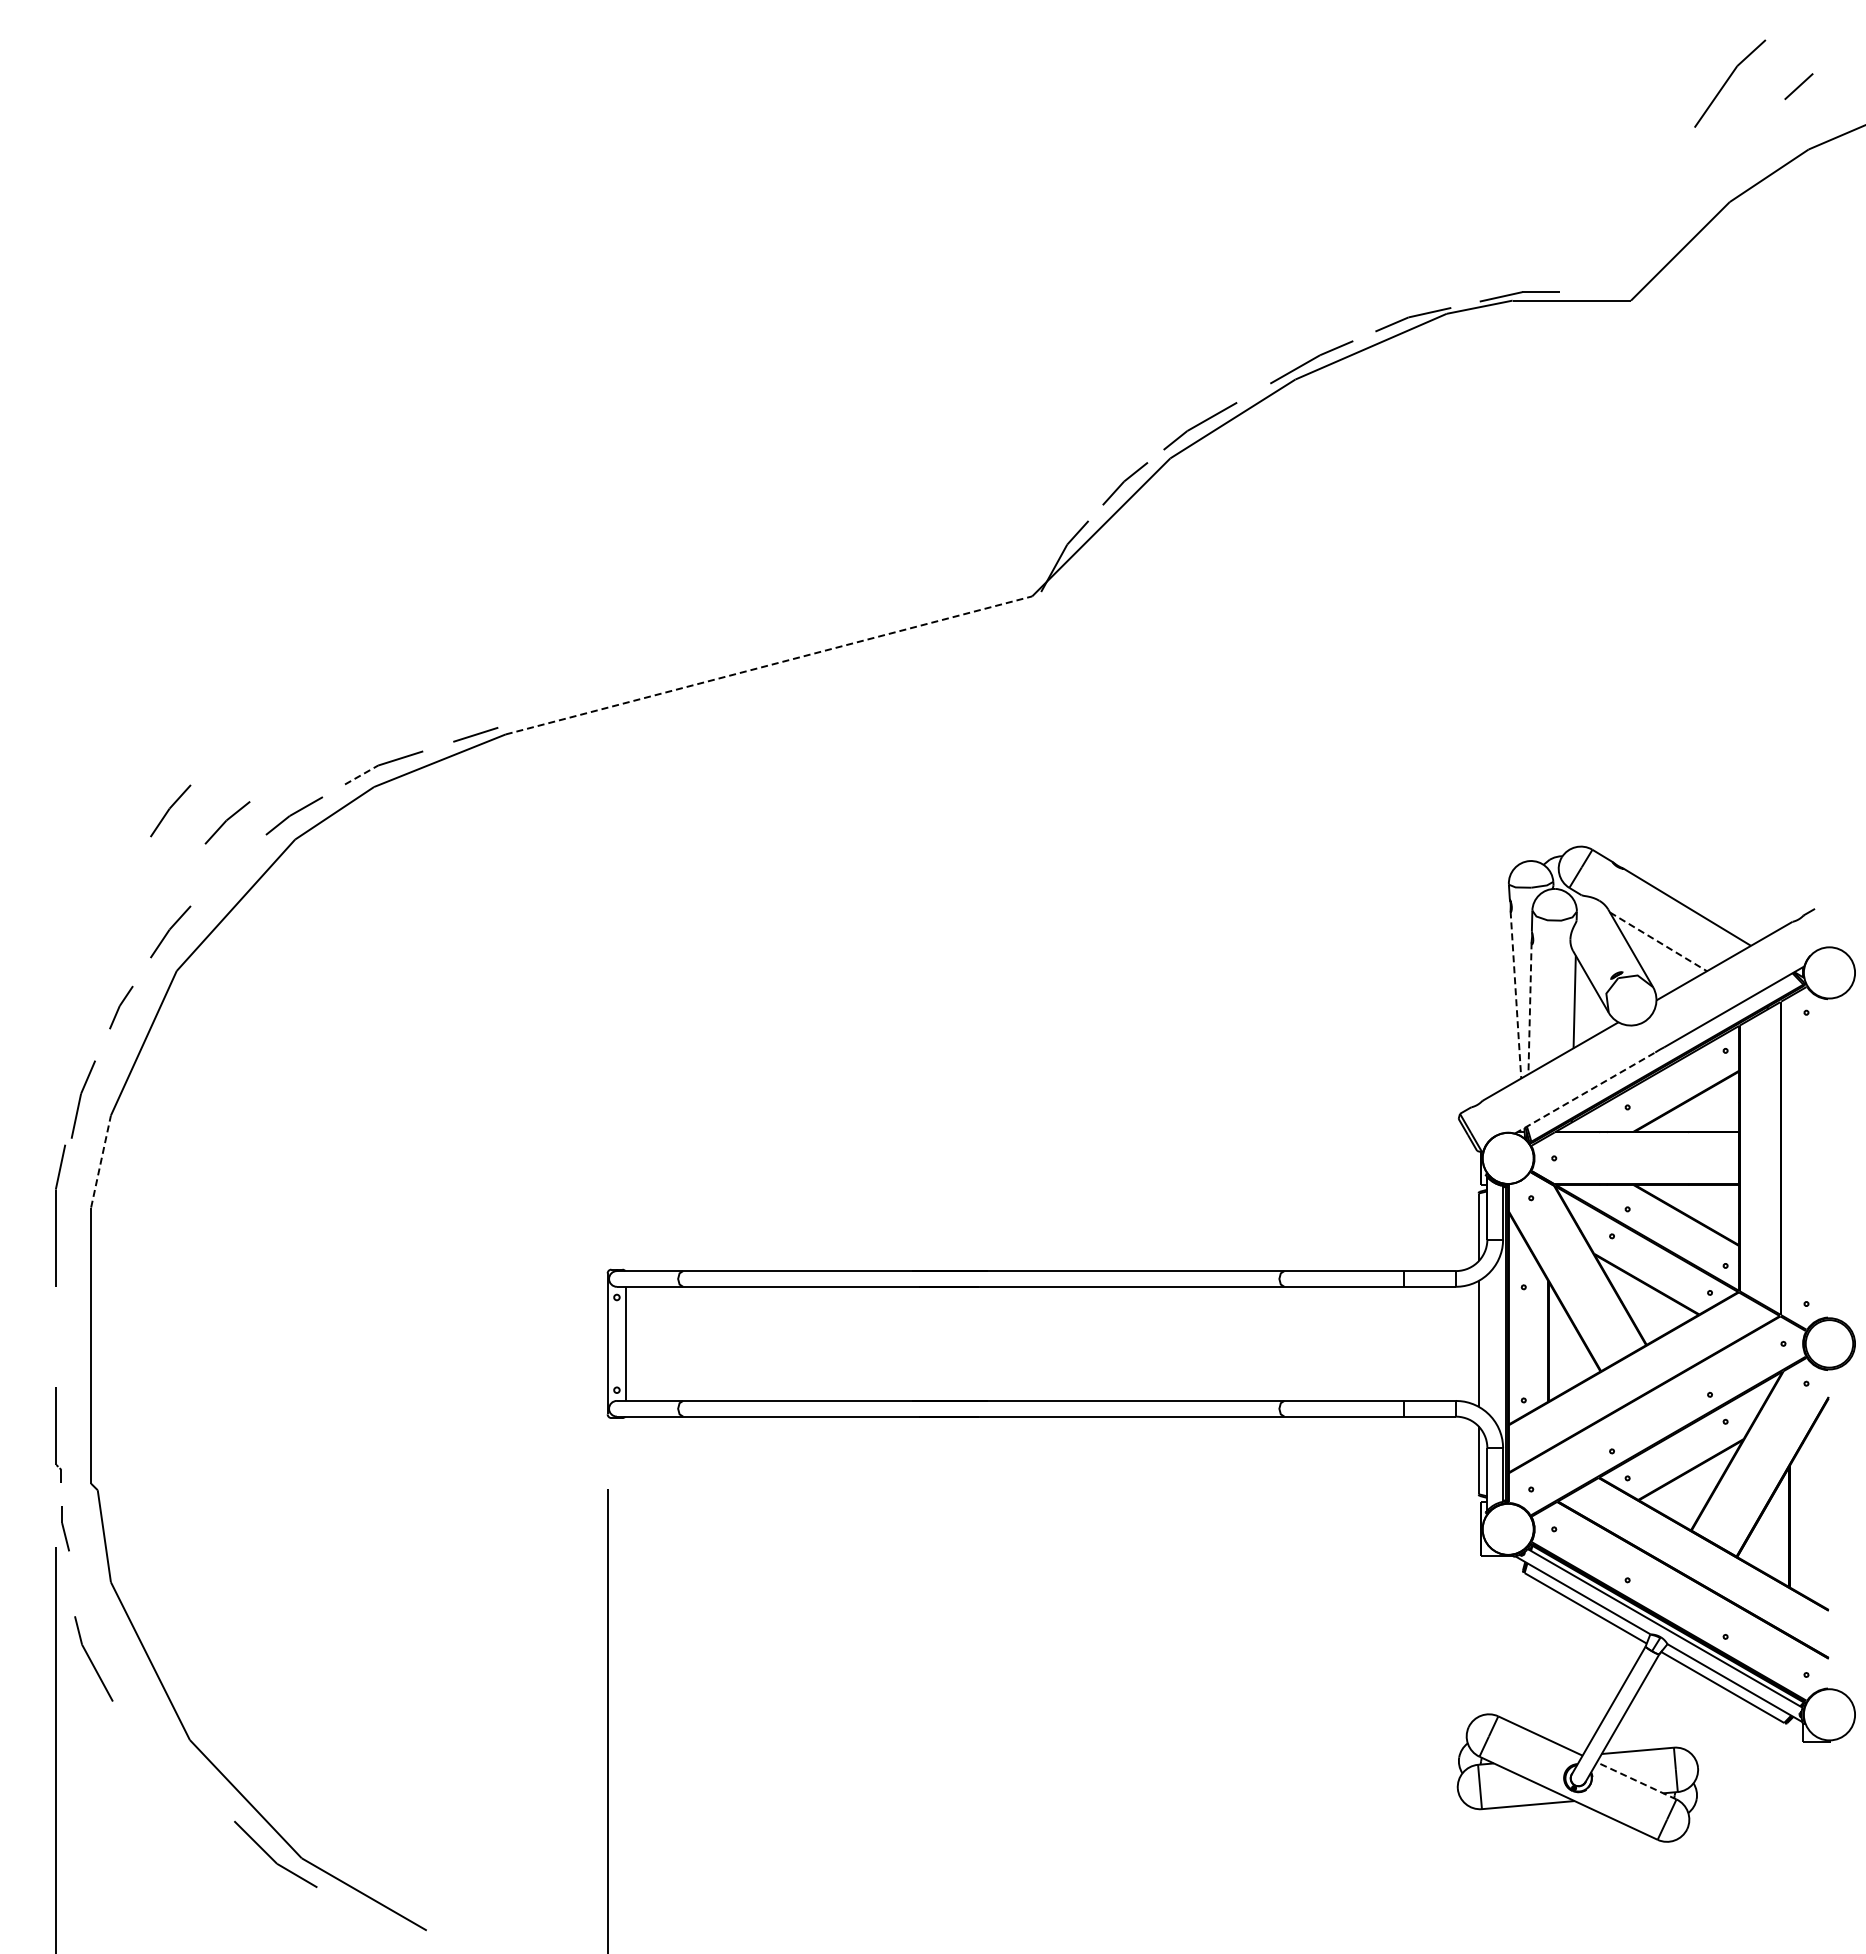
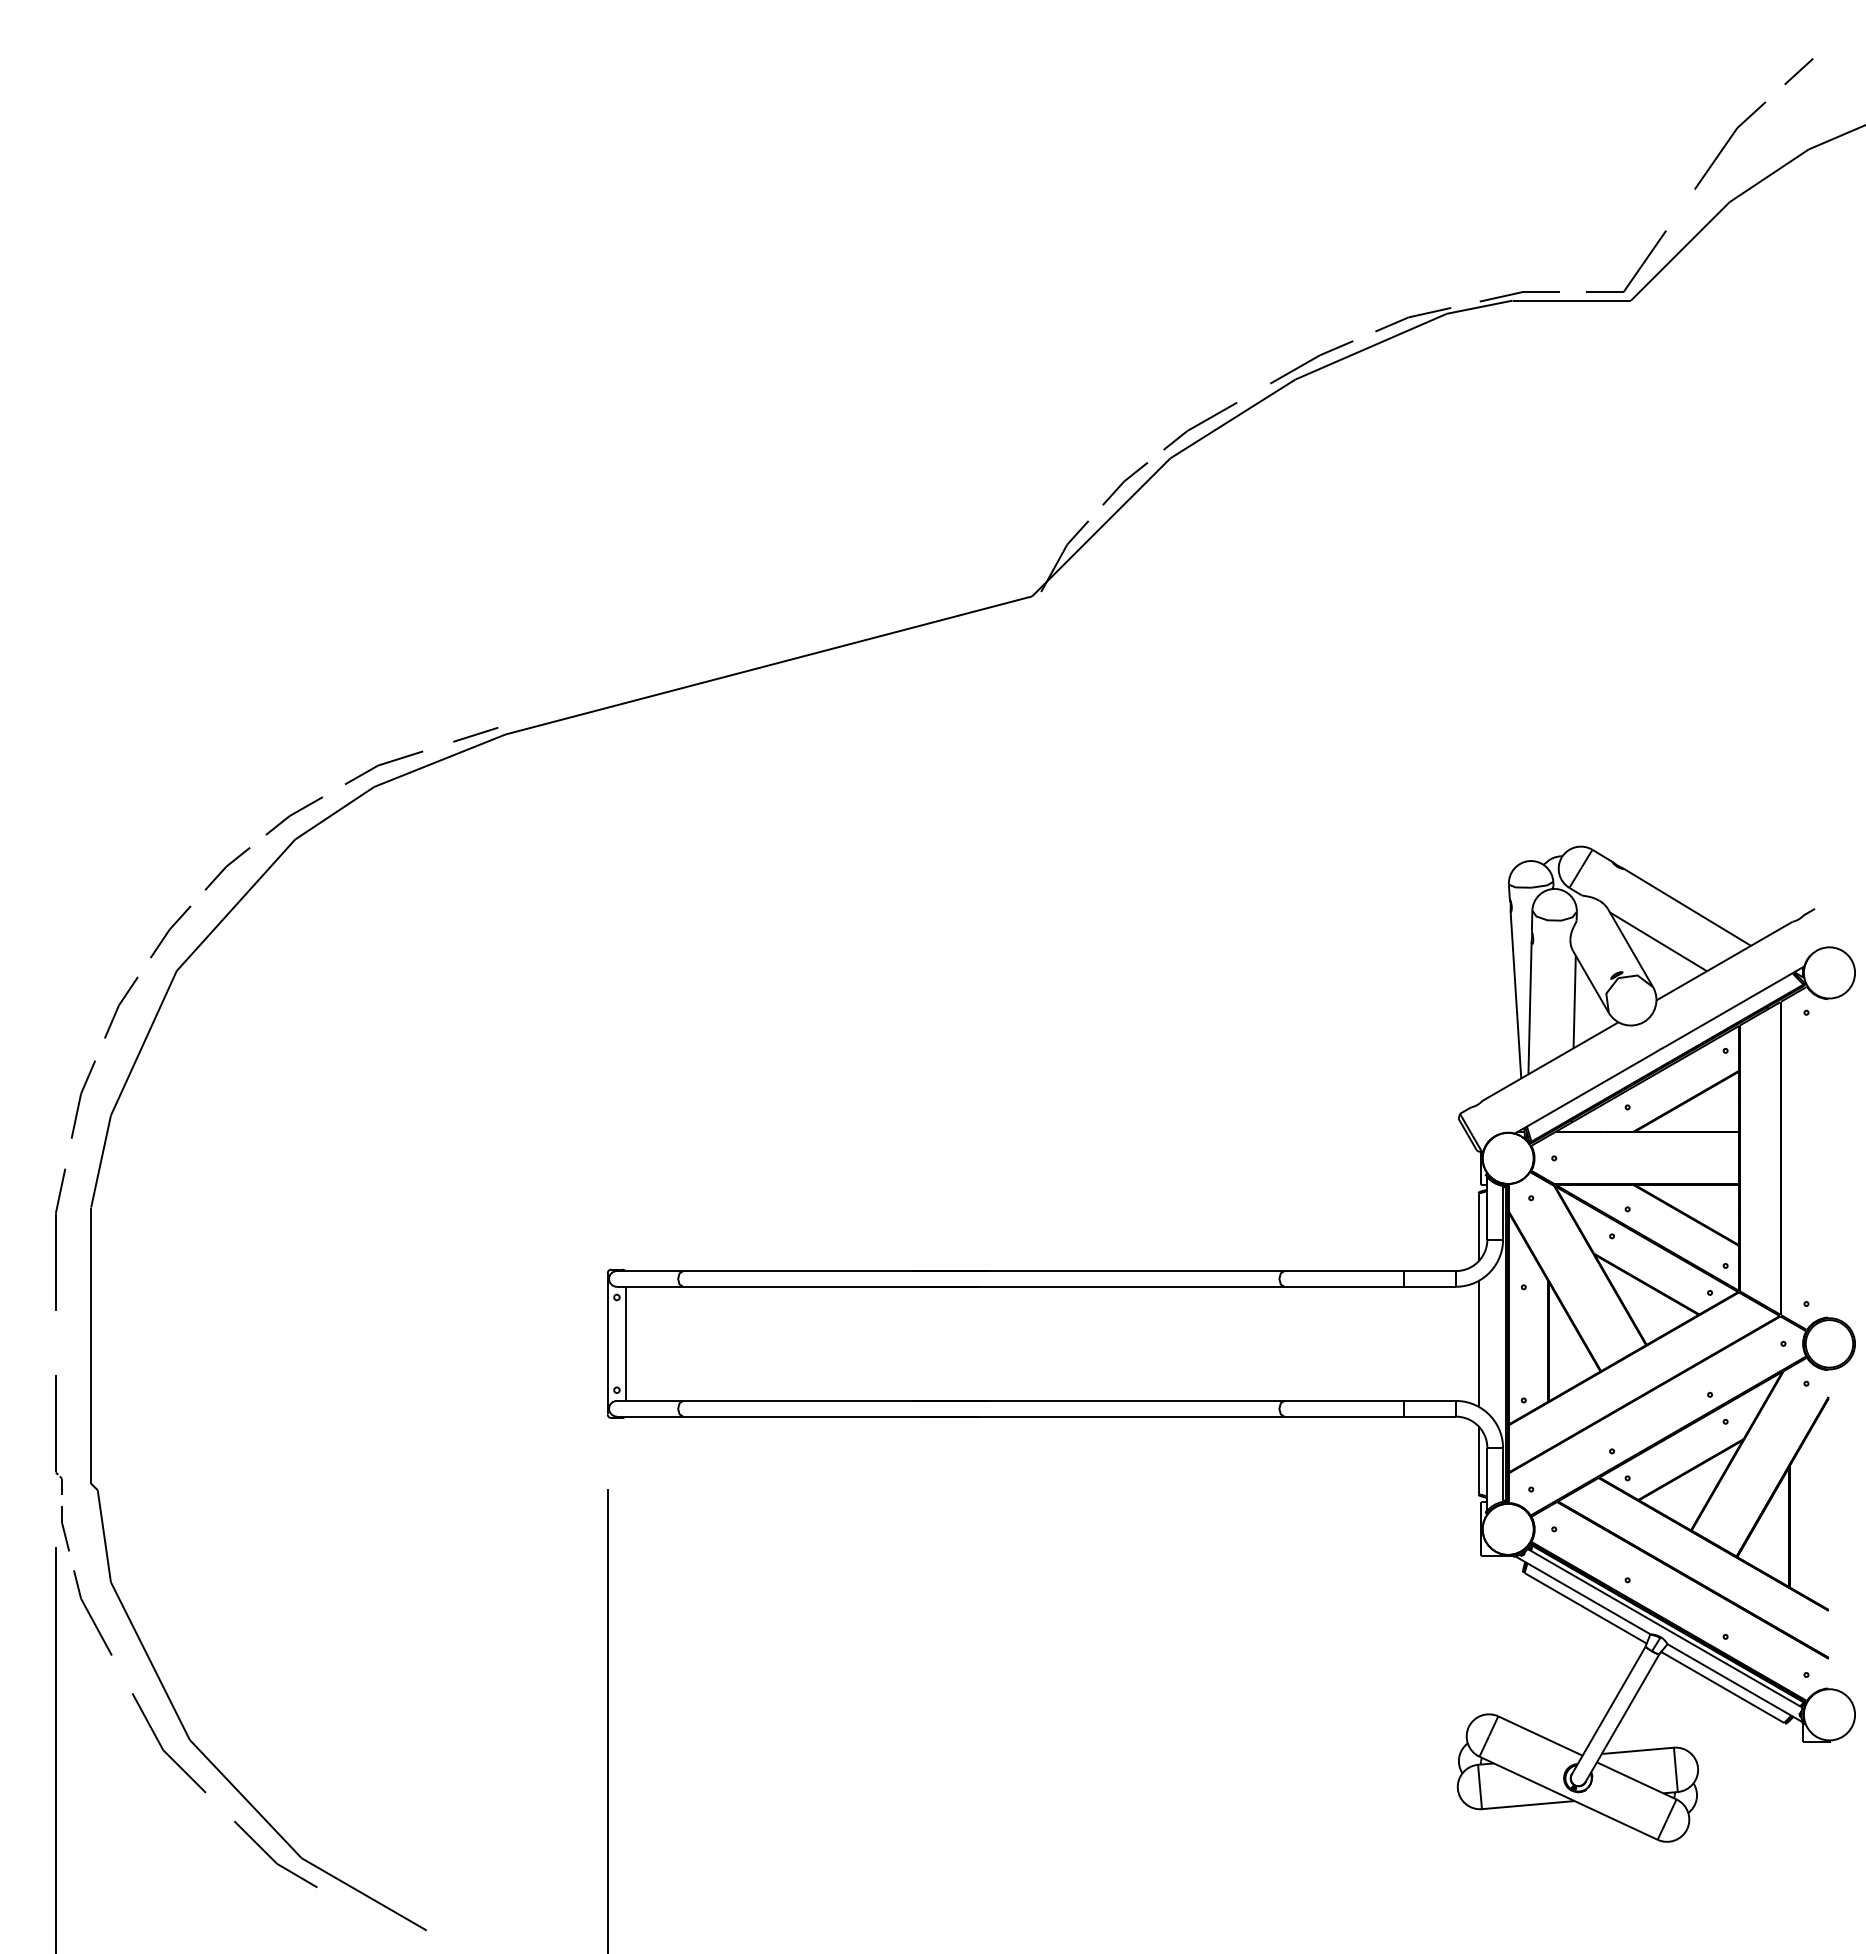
part at (1730, 83) position: (1730, 83) -> (1730, 145)
line at (1798, 86) position: (1798, 86) -> (1798, 71)
part at (1638, 268): none -> present
line at (769, 665): dashed -> solid
line at (362, 774): dashed -> solid
part at (170, 810): present -> none
part at (227, 822) position: (227, 822) -> (227, 868)
line at (1658, 941): dashed -> solid
line at (1515, 994): dashed -> solid
part at (121, 1007) size: 25x45 px -> 35x63 px
line at (1530, 1008): dashed -> solid
line at (1585, 1093): dashed -> solid
line at (101, 1161): dashed -> solid
part at (60, 1215) position: (60, 1215) -> (60, 1239)
part at (58, 1434) size: 7x96 px -> 8x120 px
part at (93, 1658) position: (93, 1658) -> (92, 1612)
part at (162, 1746): none -> present
line at (1636, 1780): dashed -> solid
